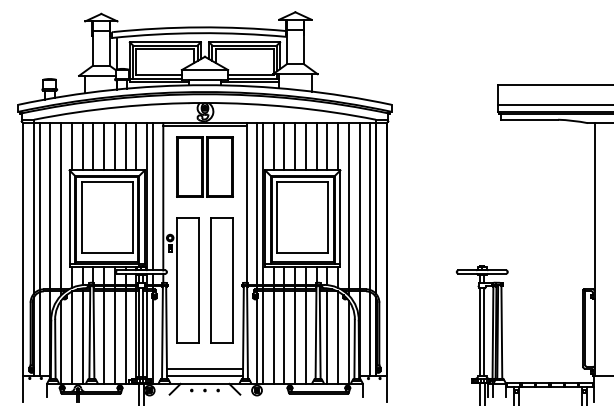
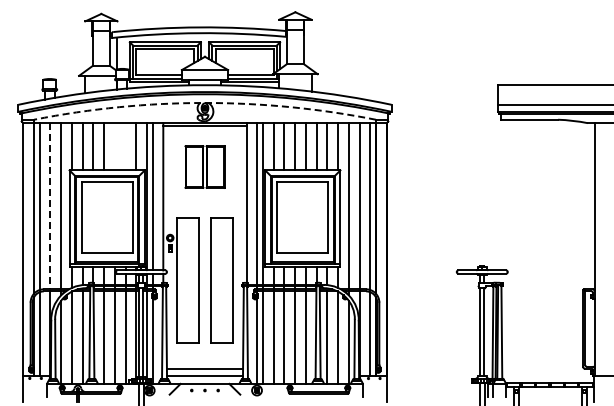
arc at (205, 102): solid -> dashed
line at (114, 146): present -> none
line at (125, 146): present -> none
part at (204, 166) size: 58x62 px -> 42x44 px
line at (50, 206): solid -> dashed
